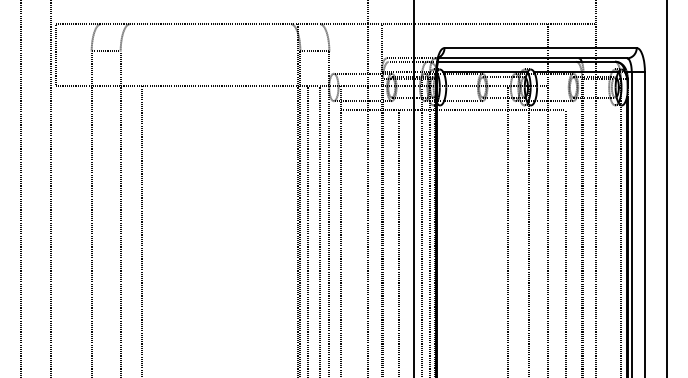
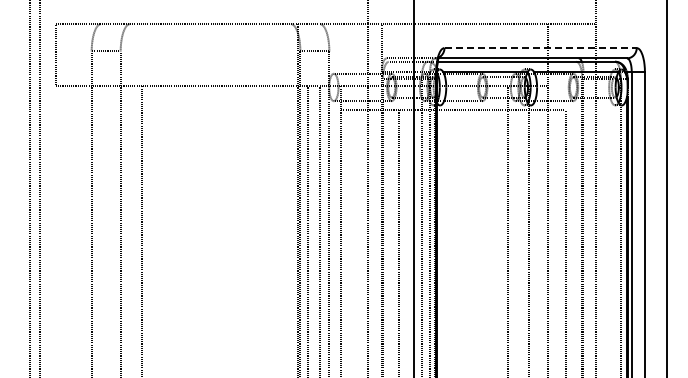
line at (541, 48): solid -> dashed
line at (20, 188) position: (20, 188) -> (39, 188)
line at (50, 188) position: (50, 188) -> (29, 188)
